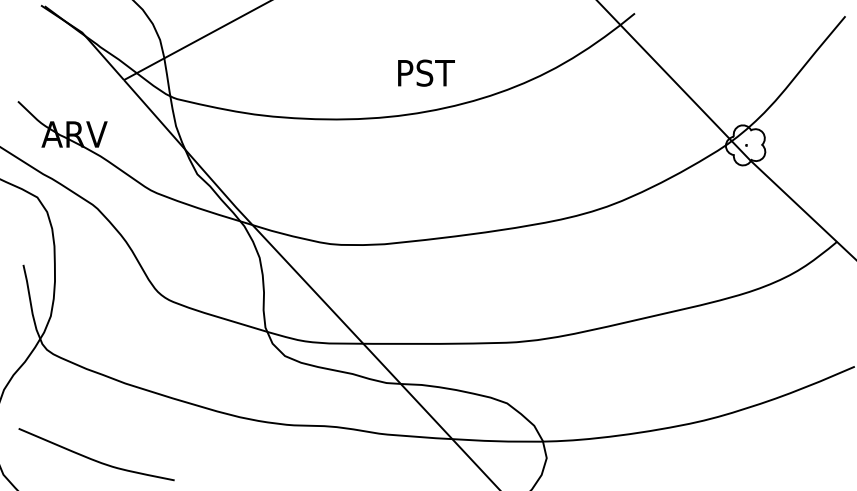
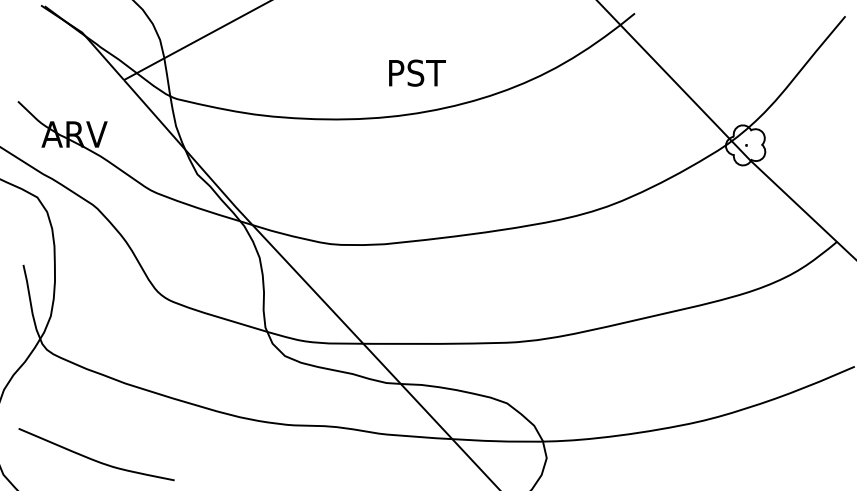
text at (426, 72) position: (426, 72) -> (417, 72)
